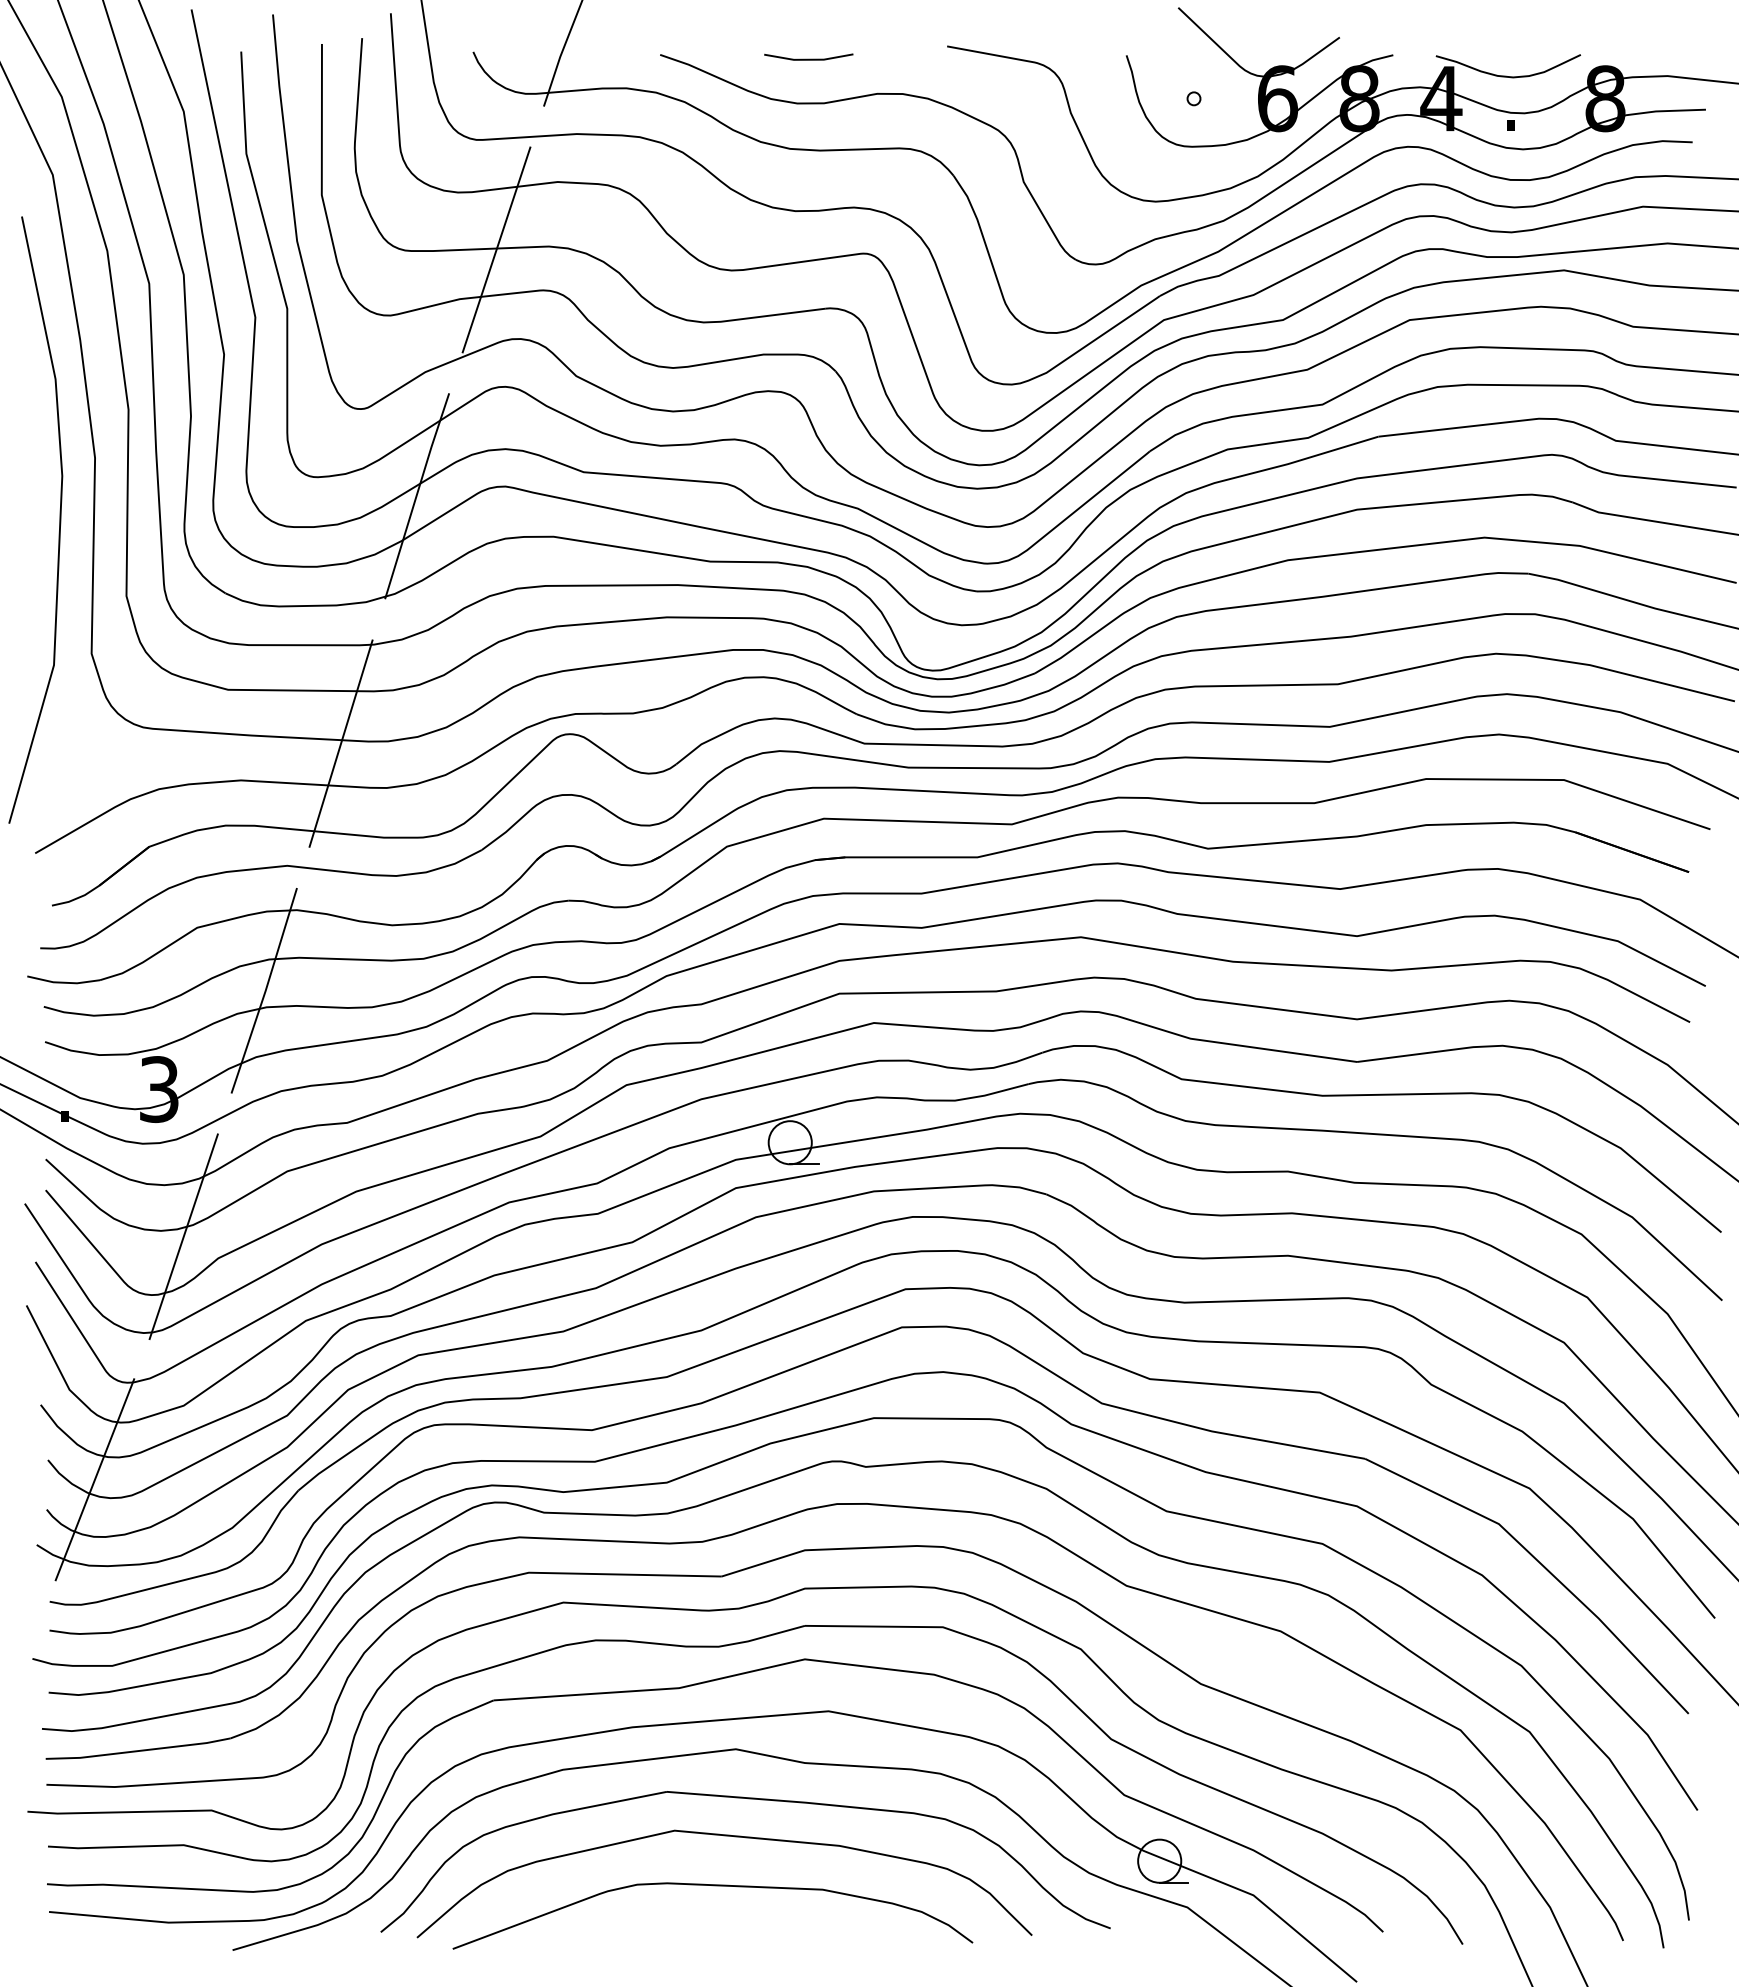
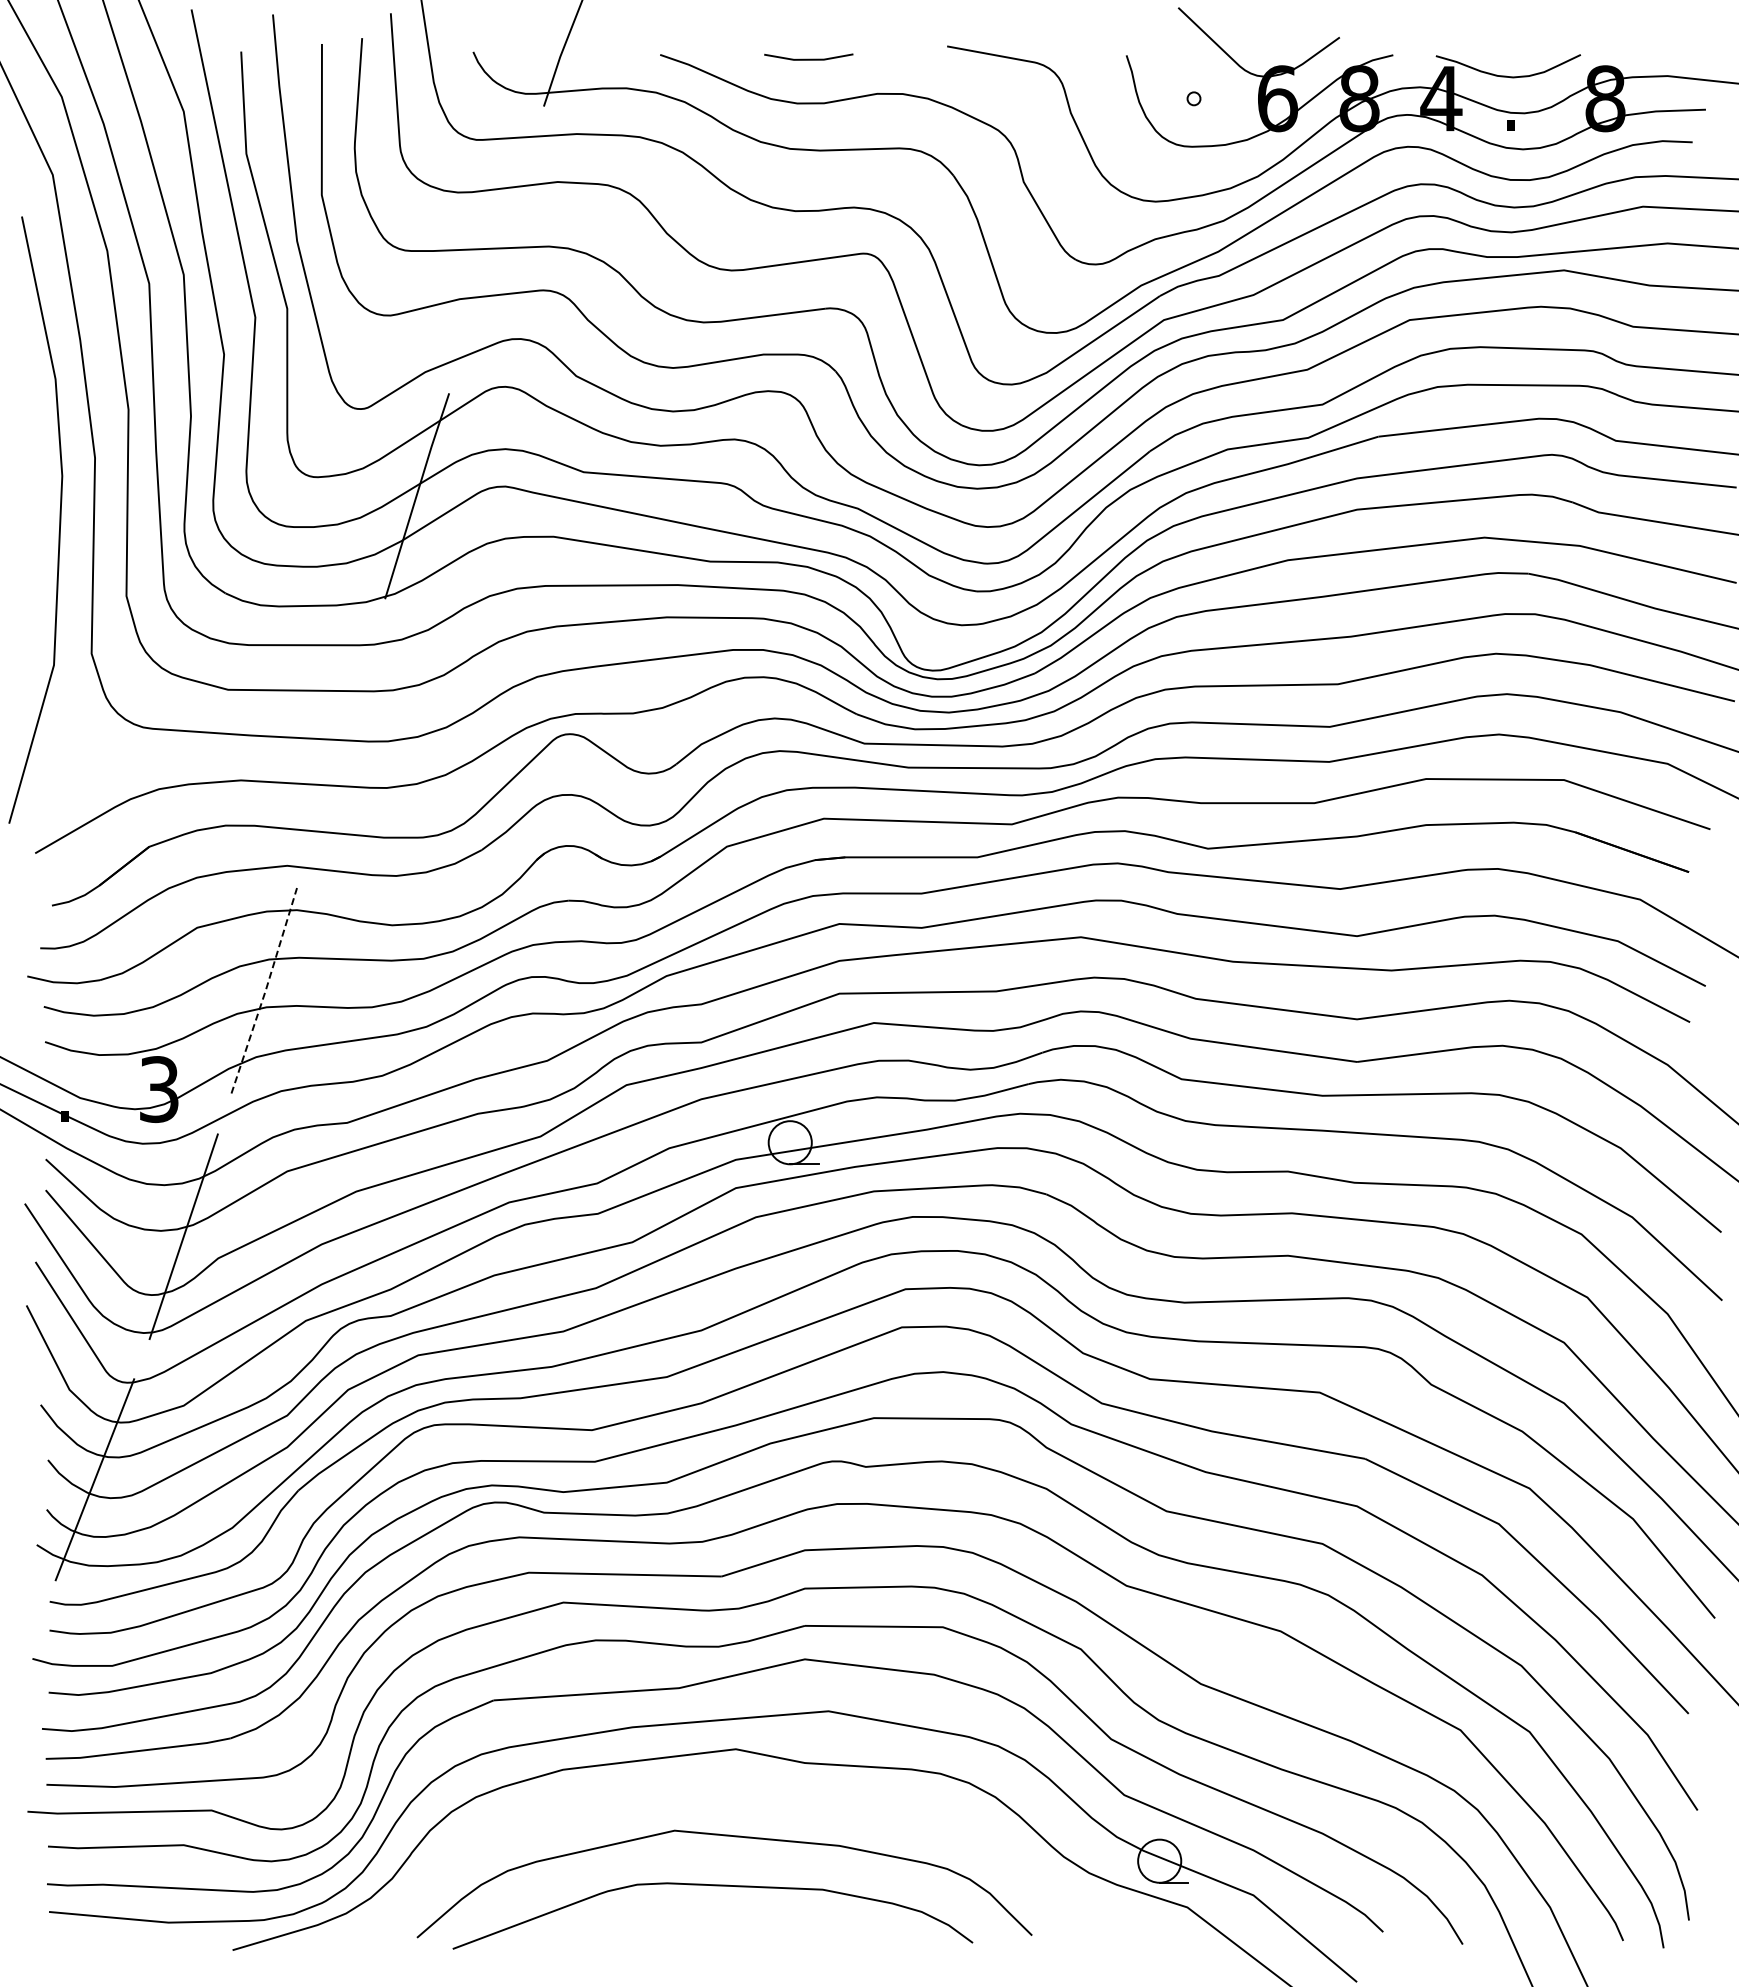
line at (496, 249): present -> none
line at (340, 743): present -> none
line at (265, 990): solid -> dashed
part at (748, 1799): present -> none
